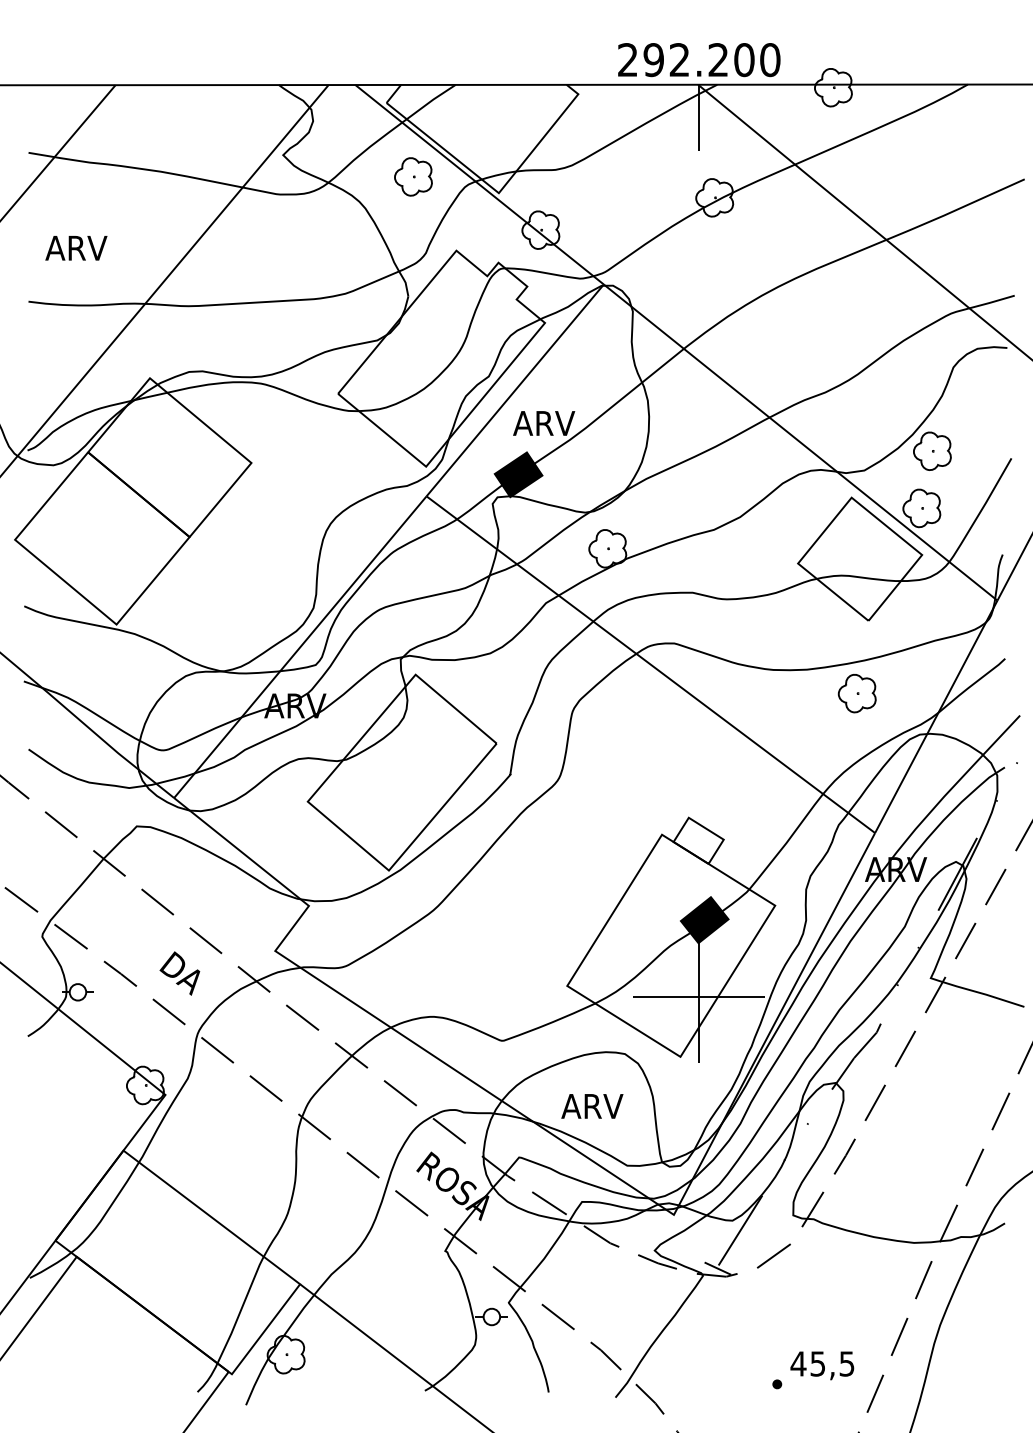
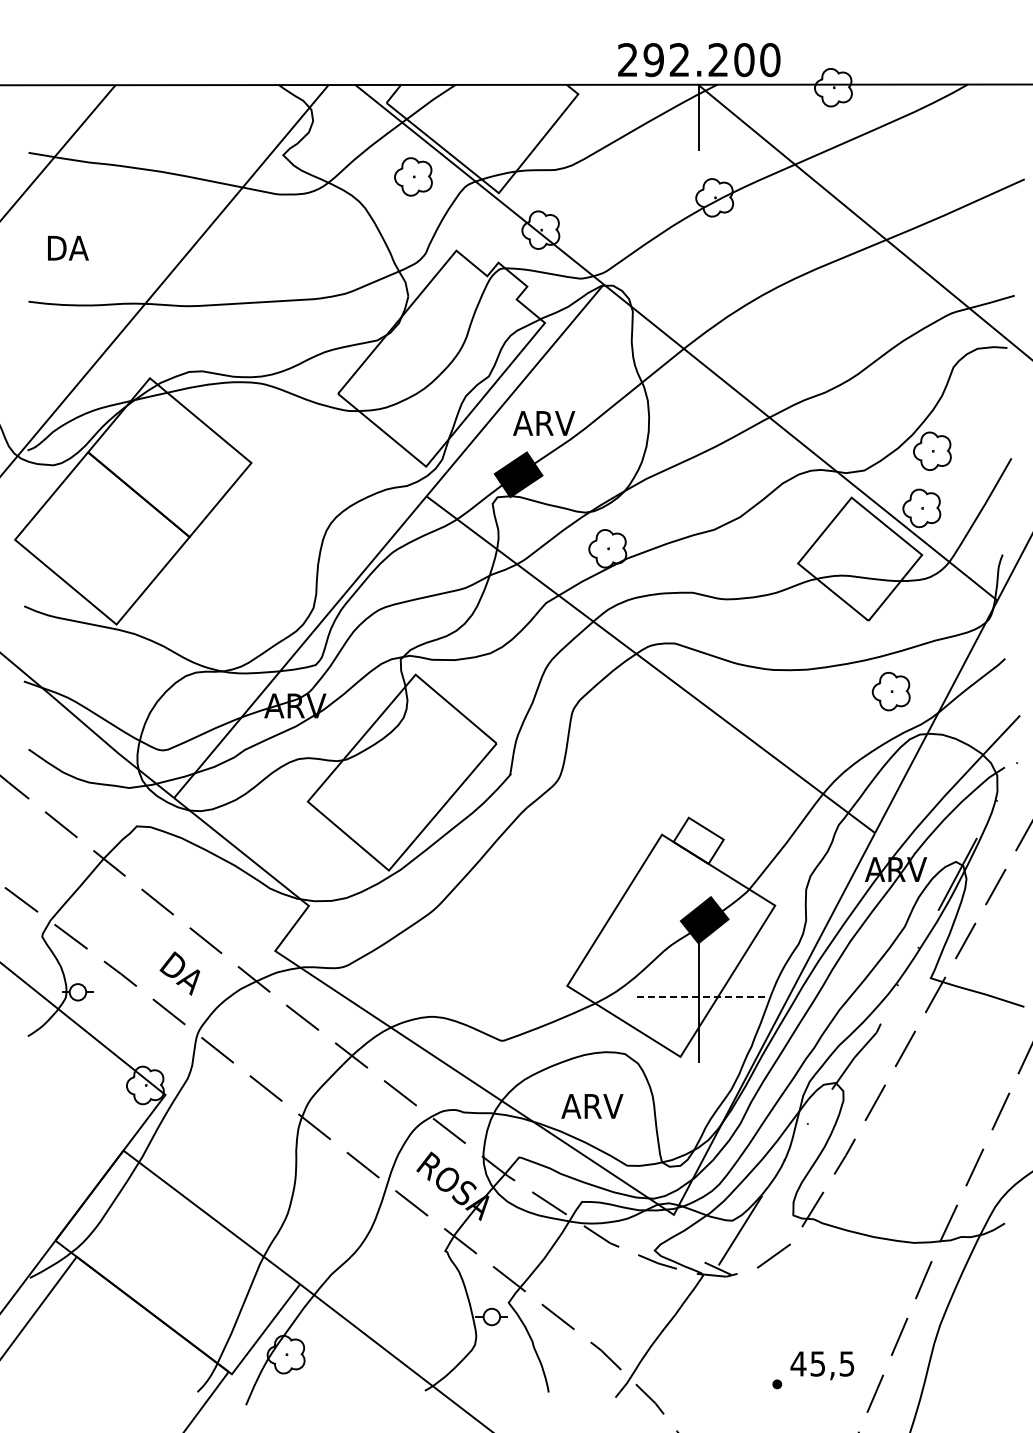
text at (76, 247): ARV -> DA
part at (856, 693) position: (856, 693) -> (890, 691)
line at (699, 997): solid -> dashed
